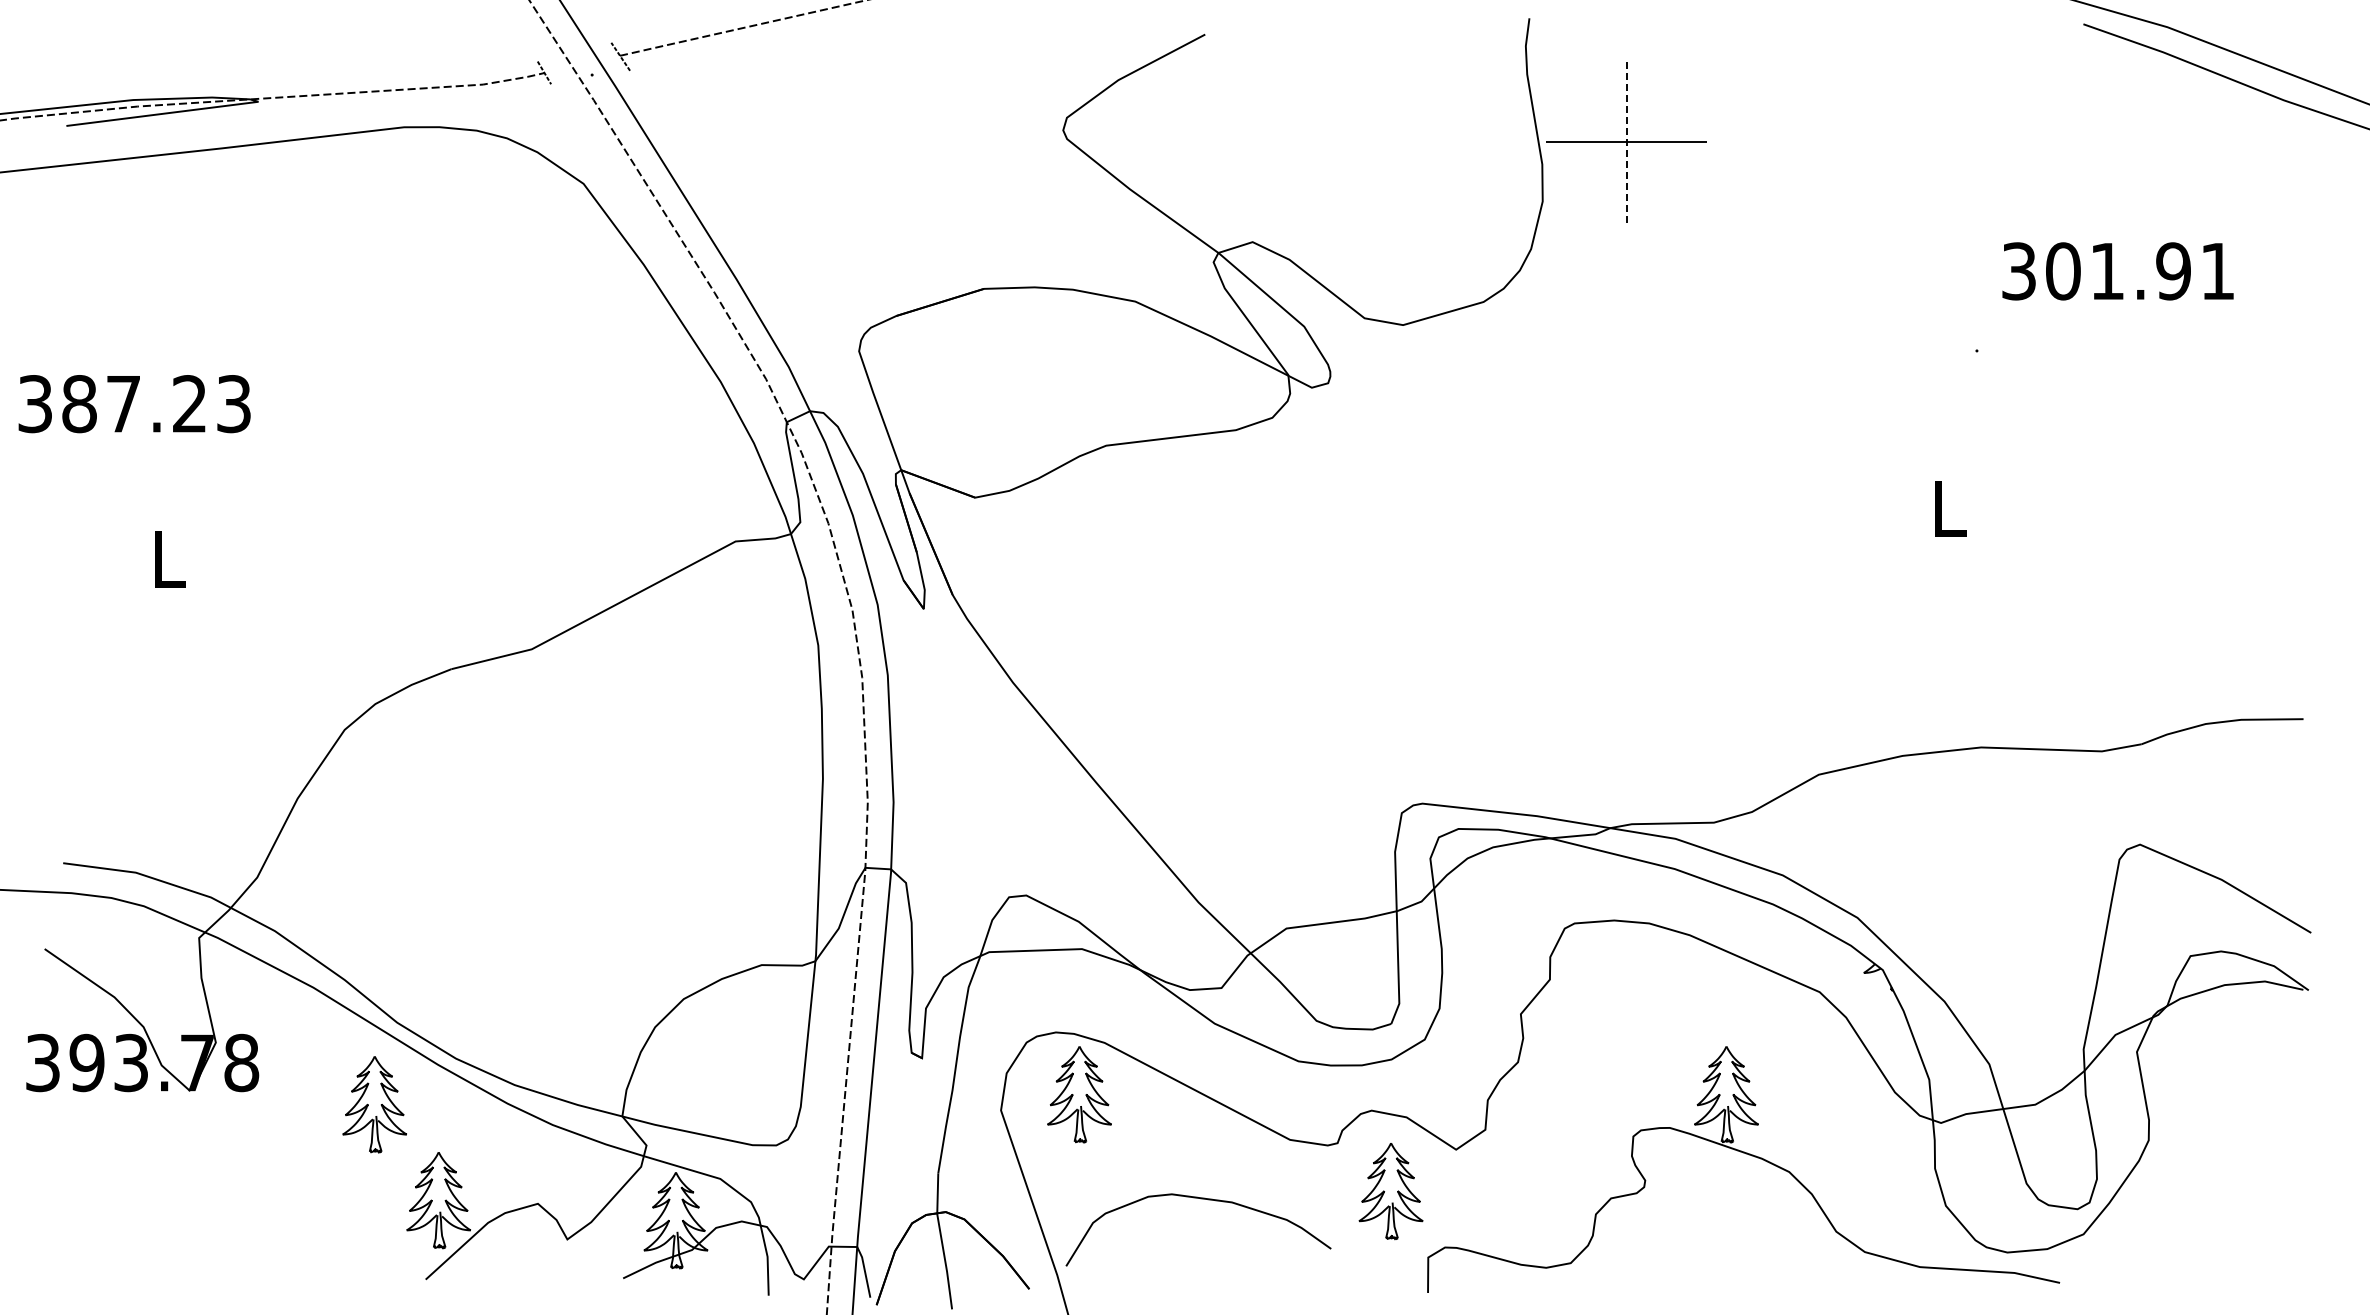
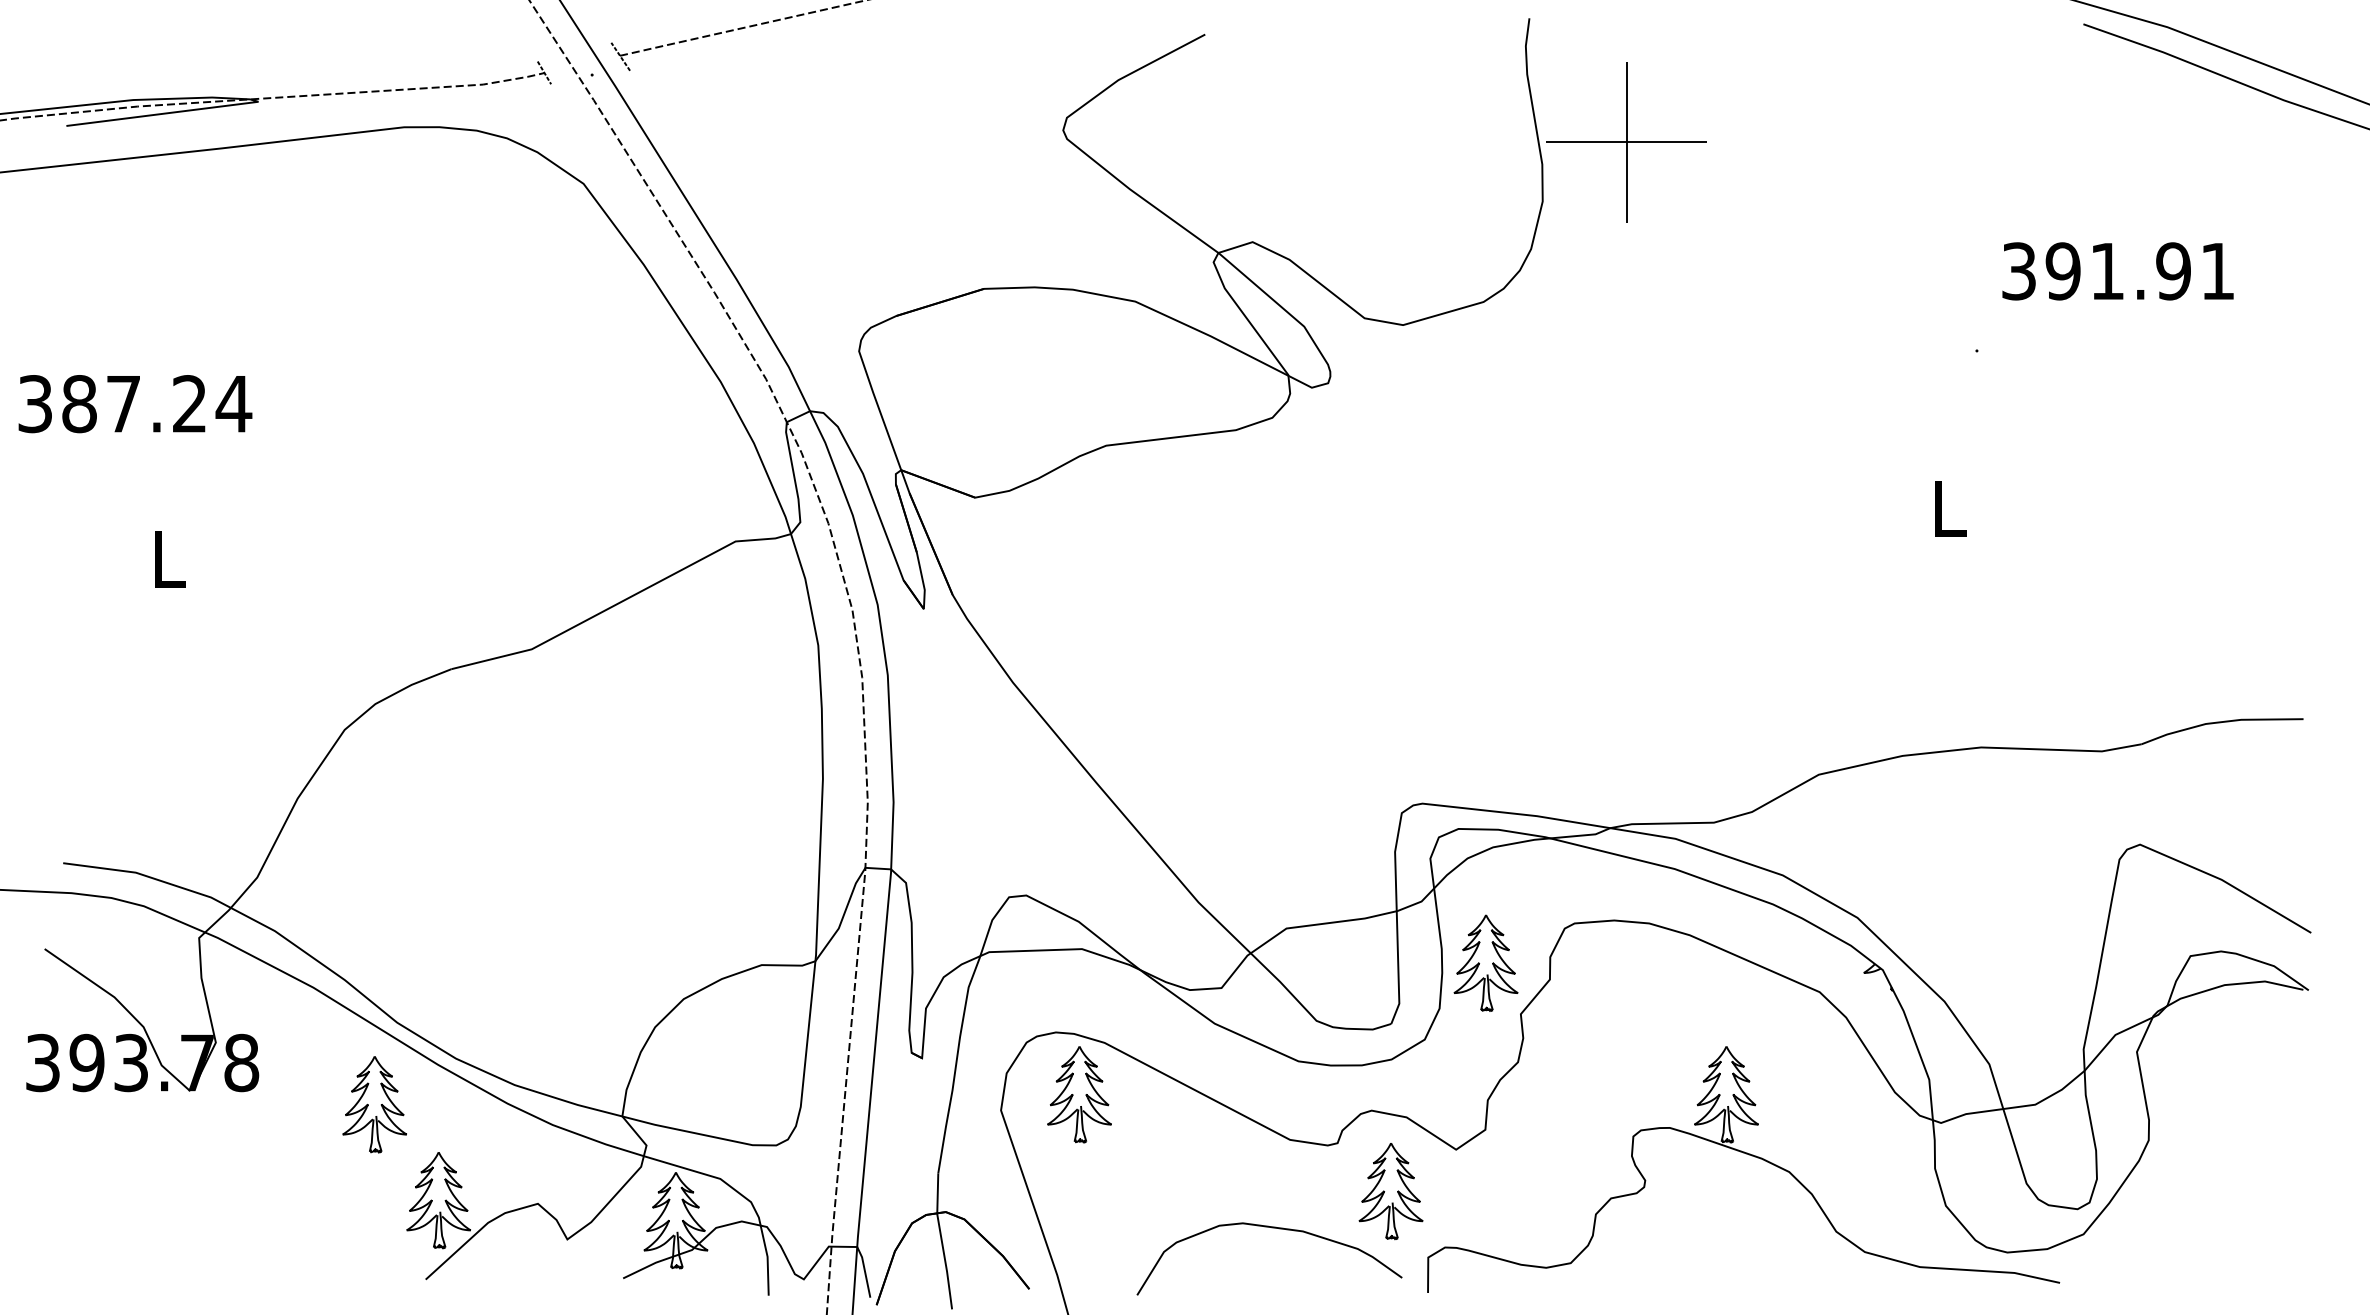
line at (1626, 141): dashed -> solid
text at (2062, 271): 301.91 -> 391.91
text at (233, 404): 387.23 -> 387.24
part at (1485, 962): none -> present
curve at (1200, 1199) position: (1200, 1199) -> (1271, 1228)
